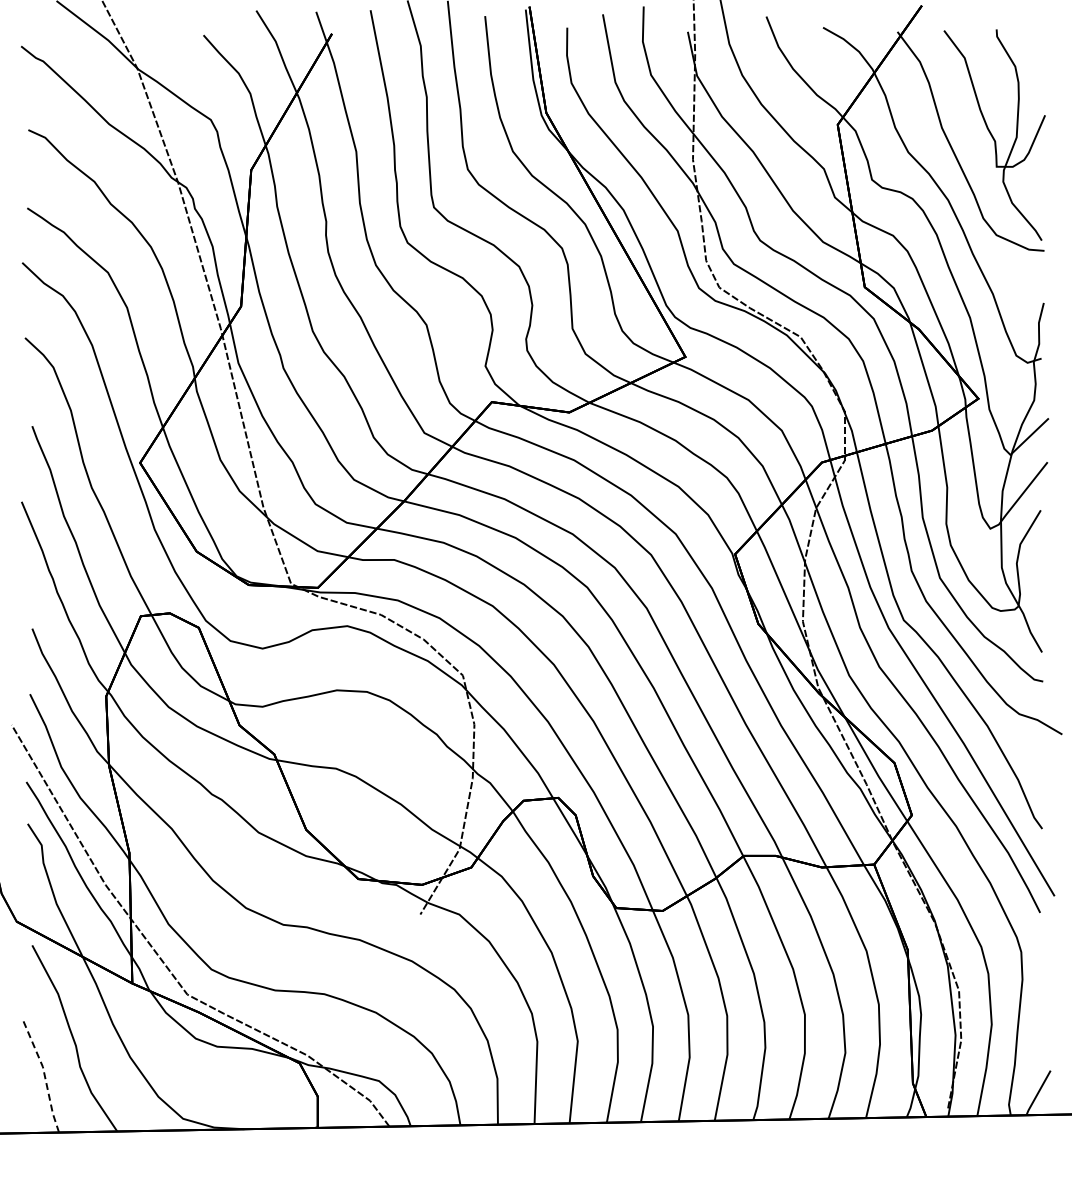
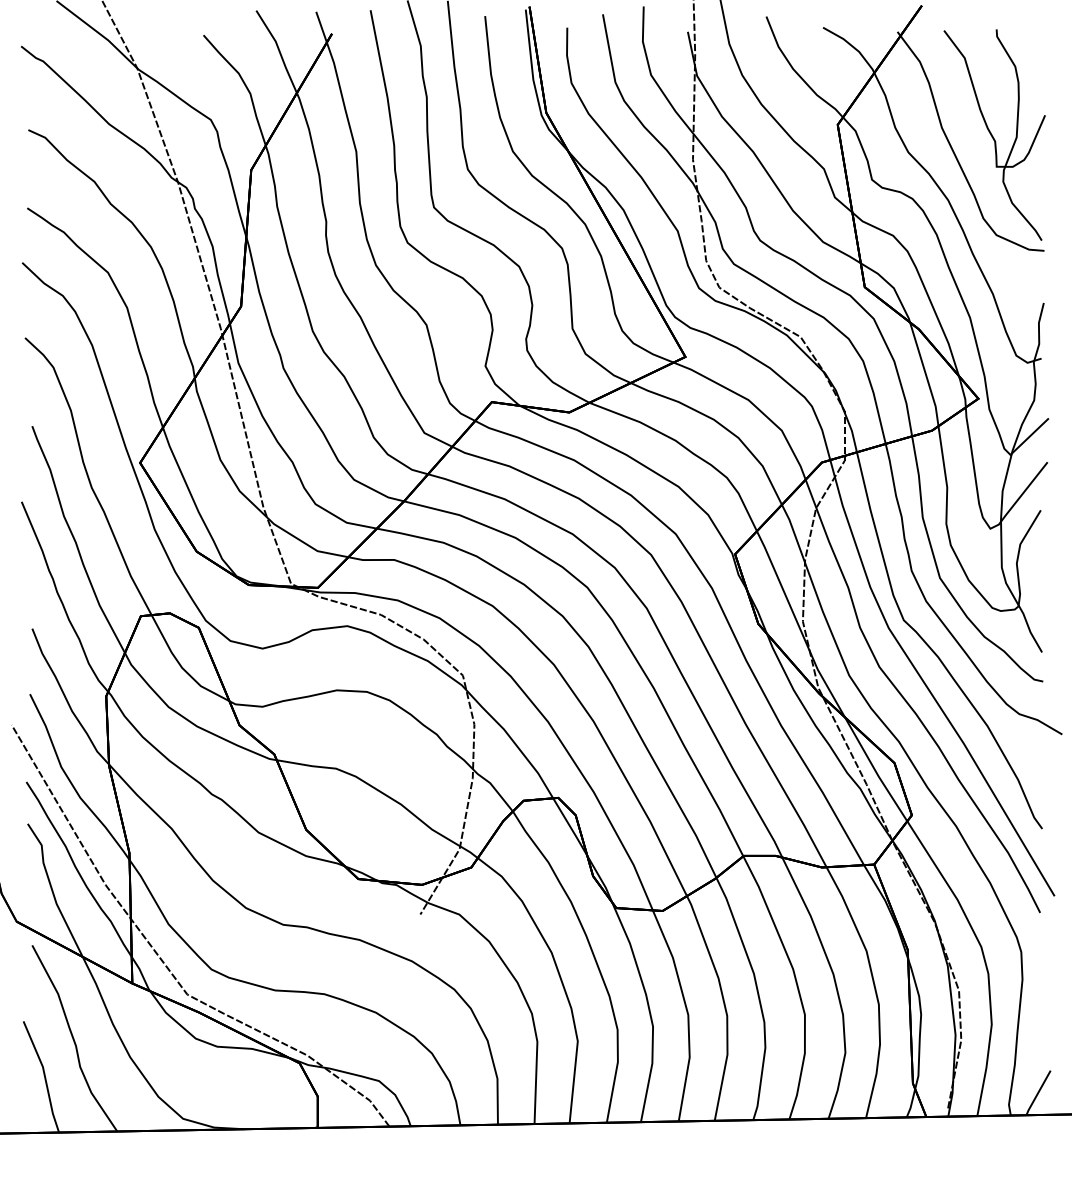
line at (44, 1075): dashed -> solid
